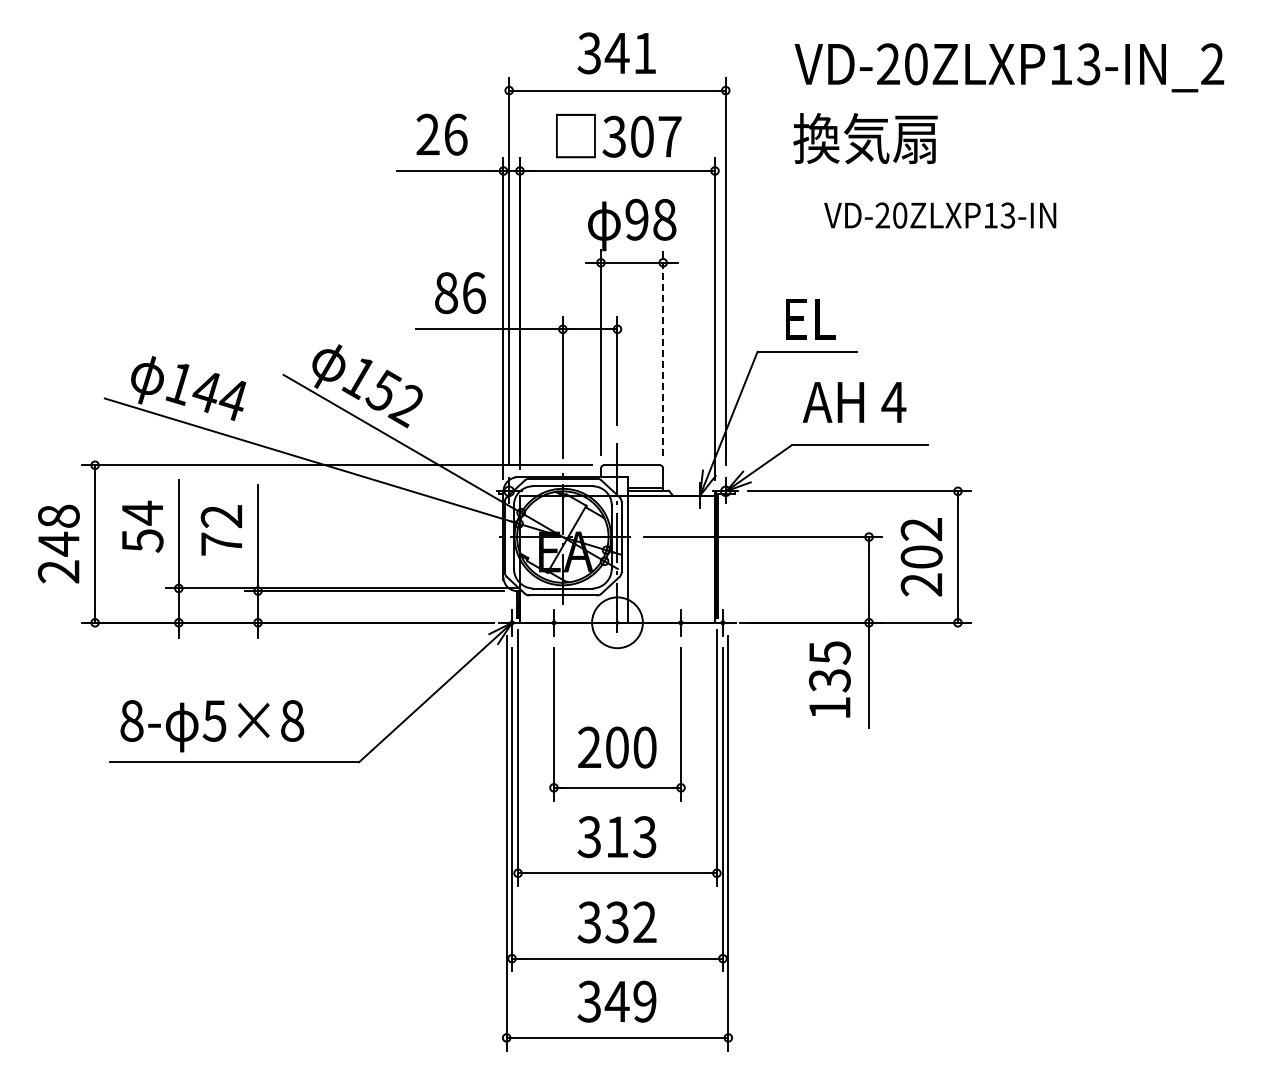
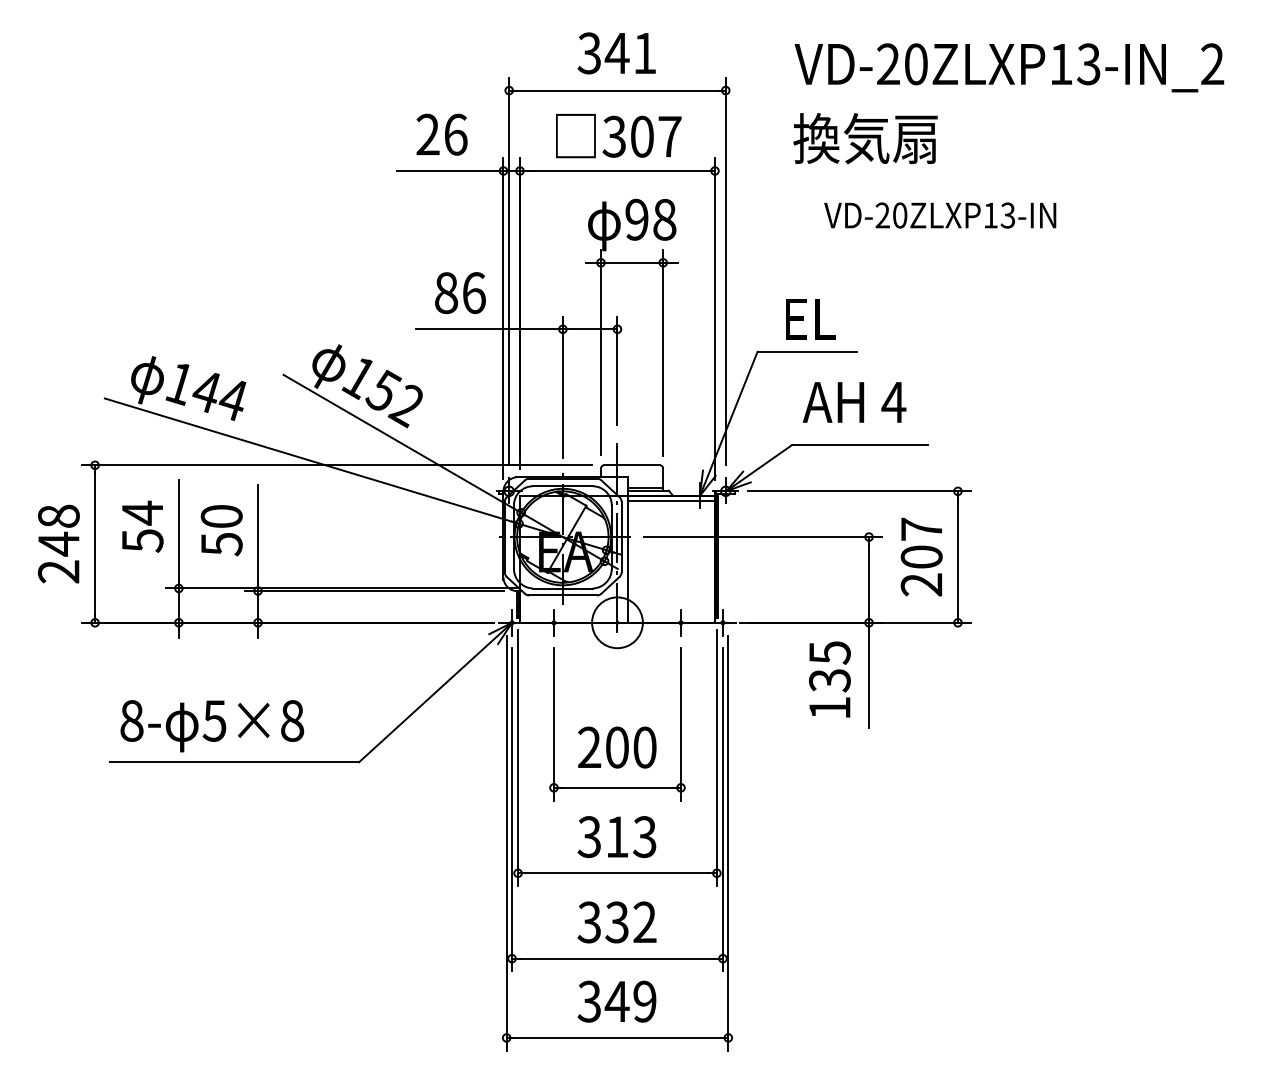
line at (663, 352): dashed -> solid
line at (670, 500): none -> present
text at (921, 528): 202 -> 207
text at (221, 530): 72 -> 50
